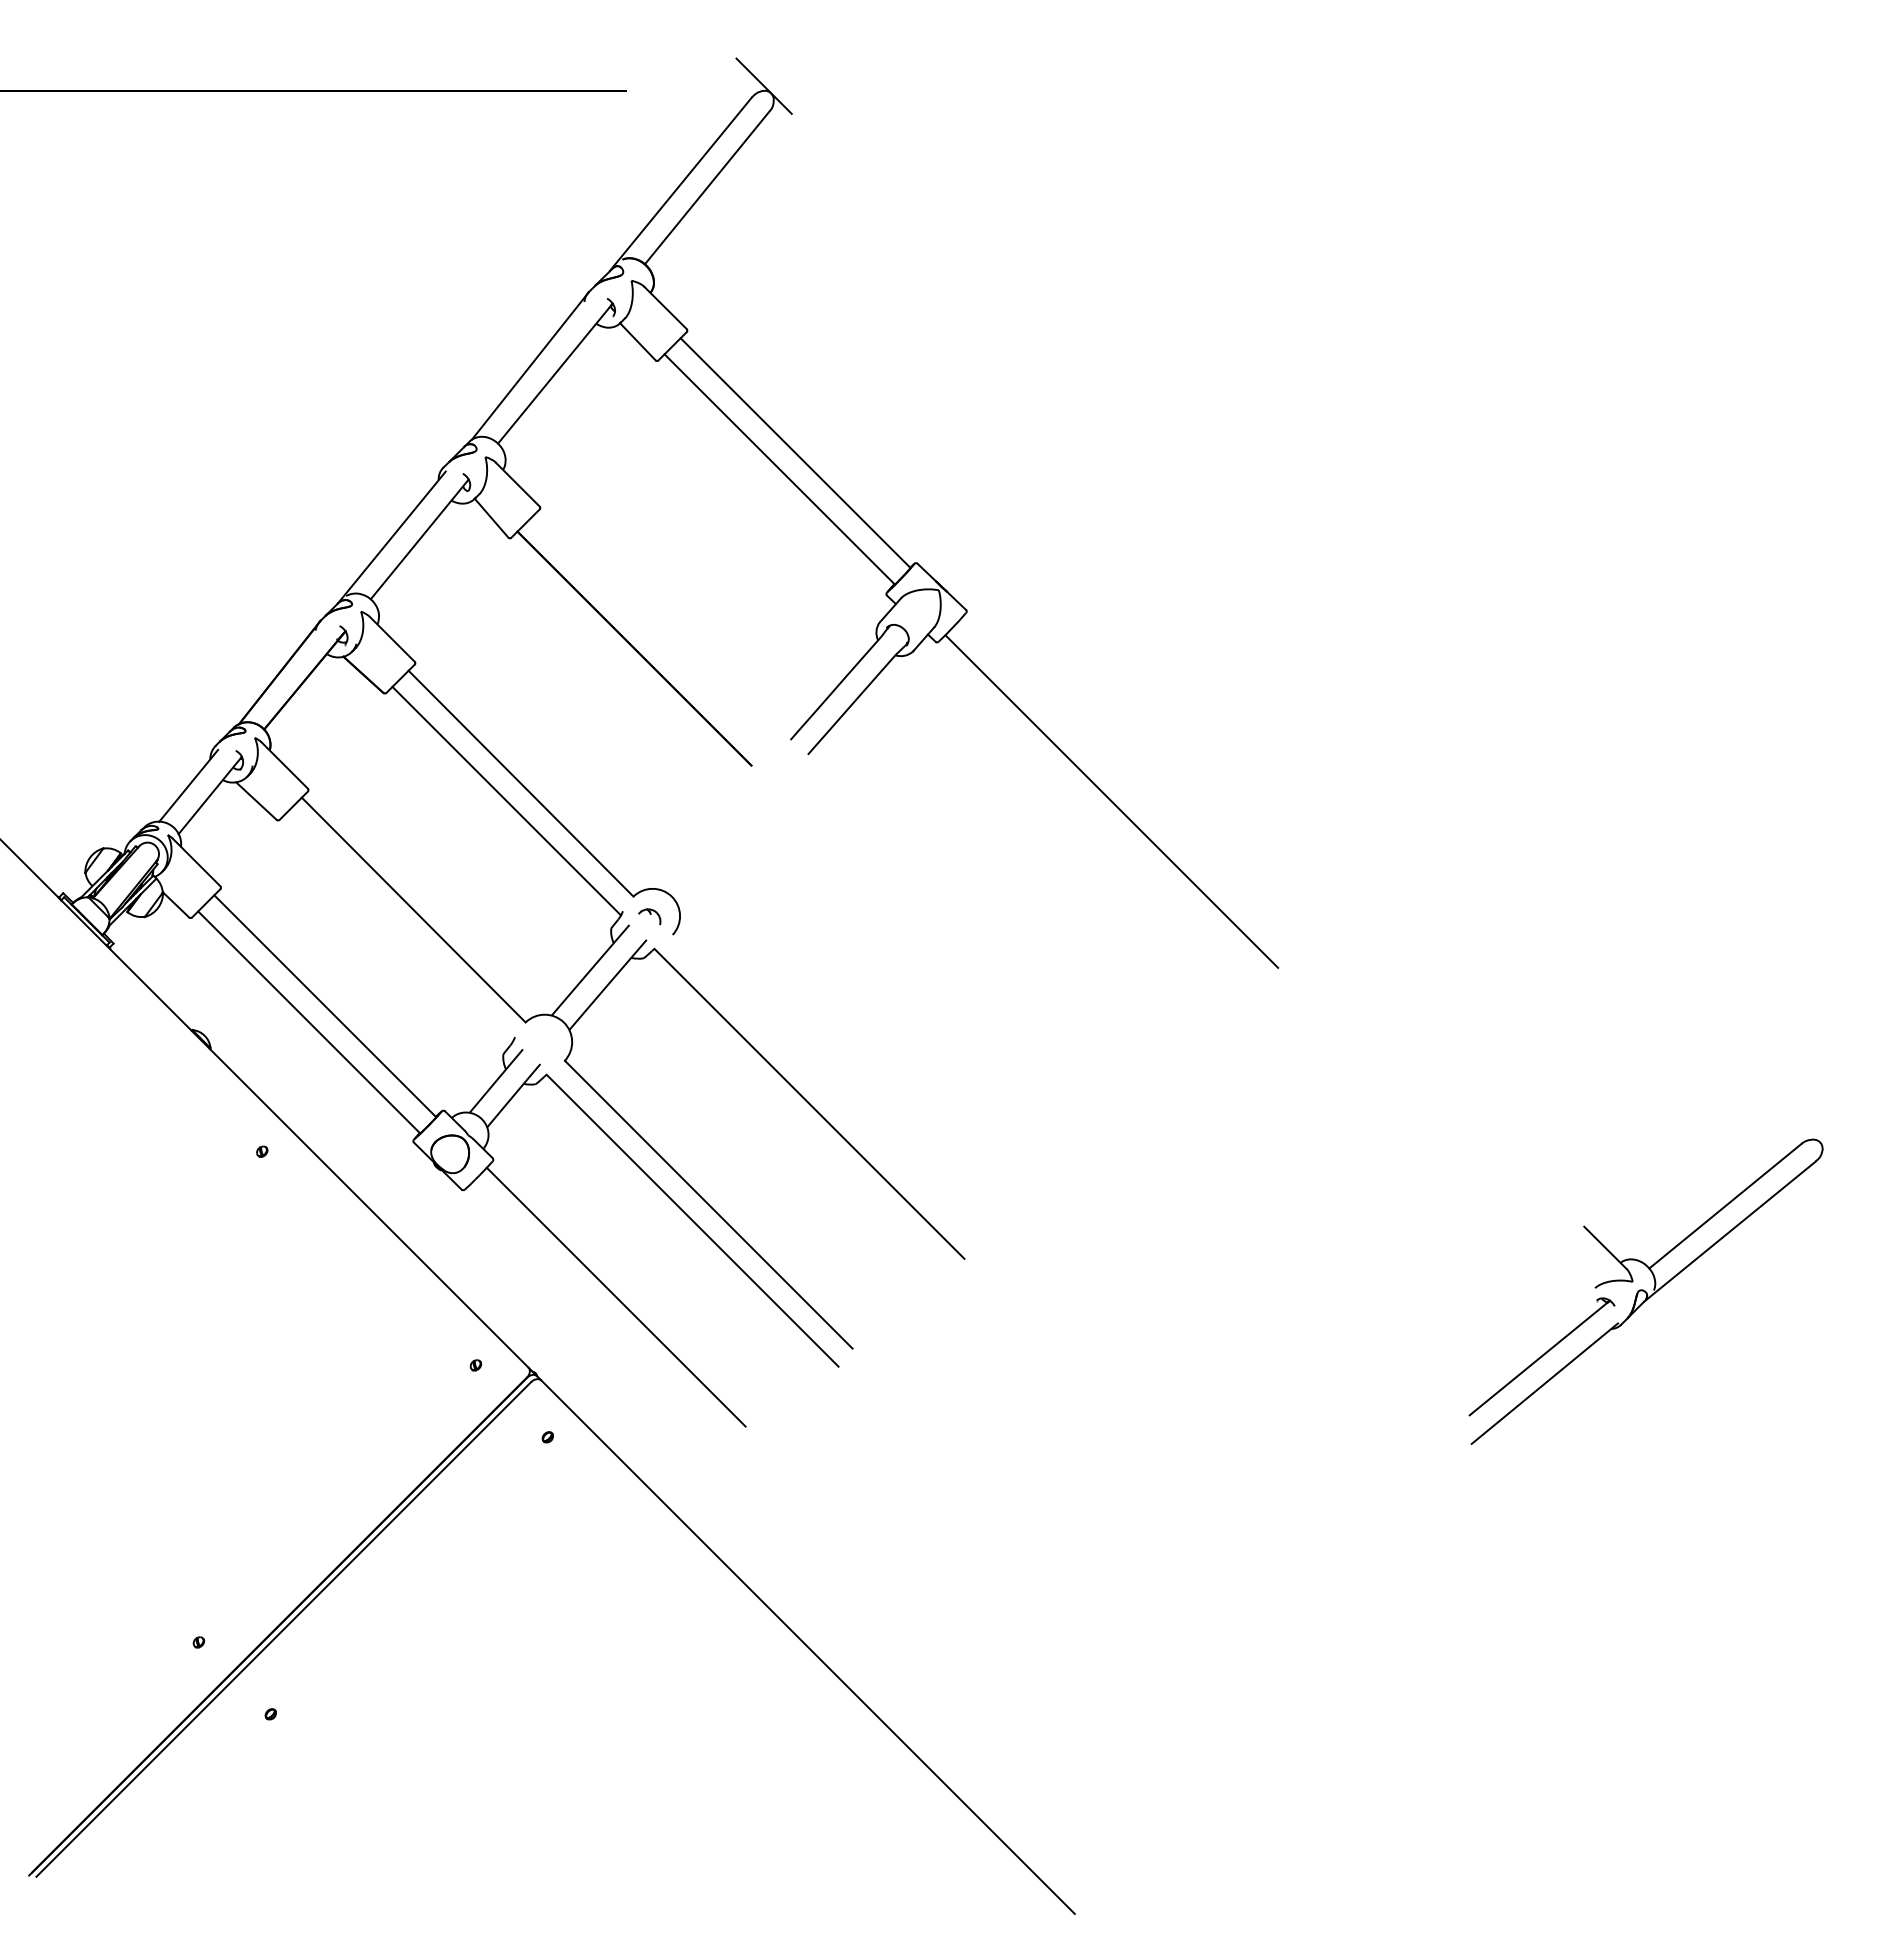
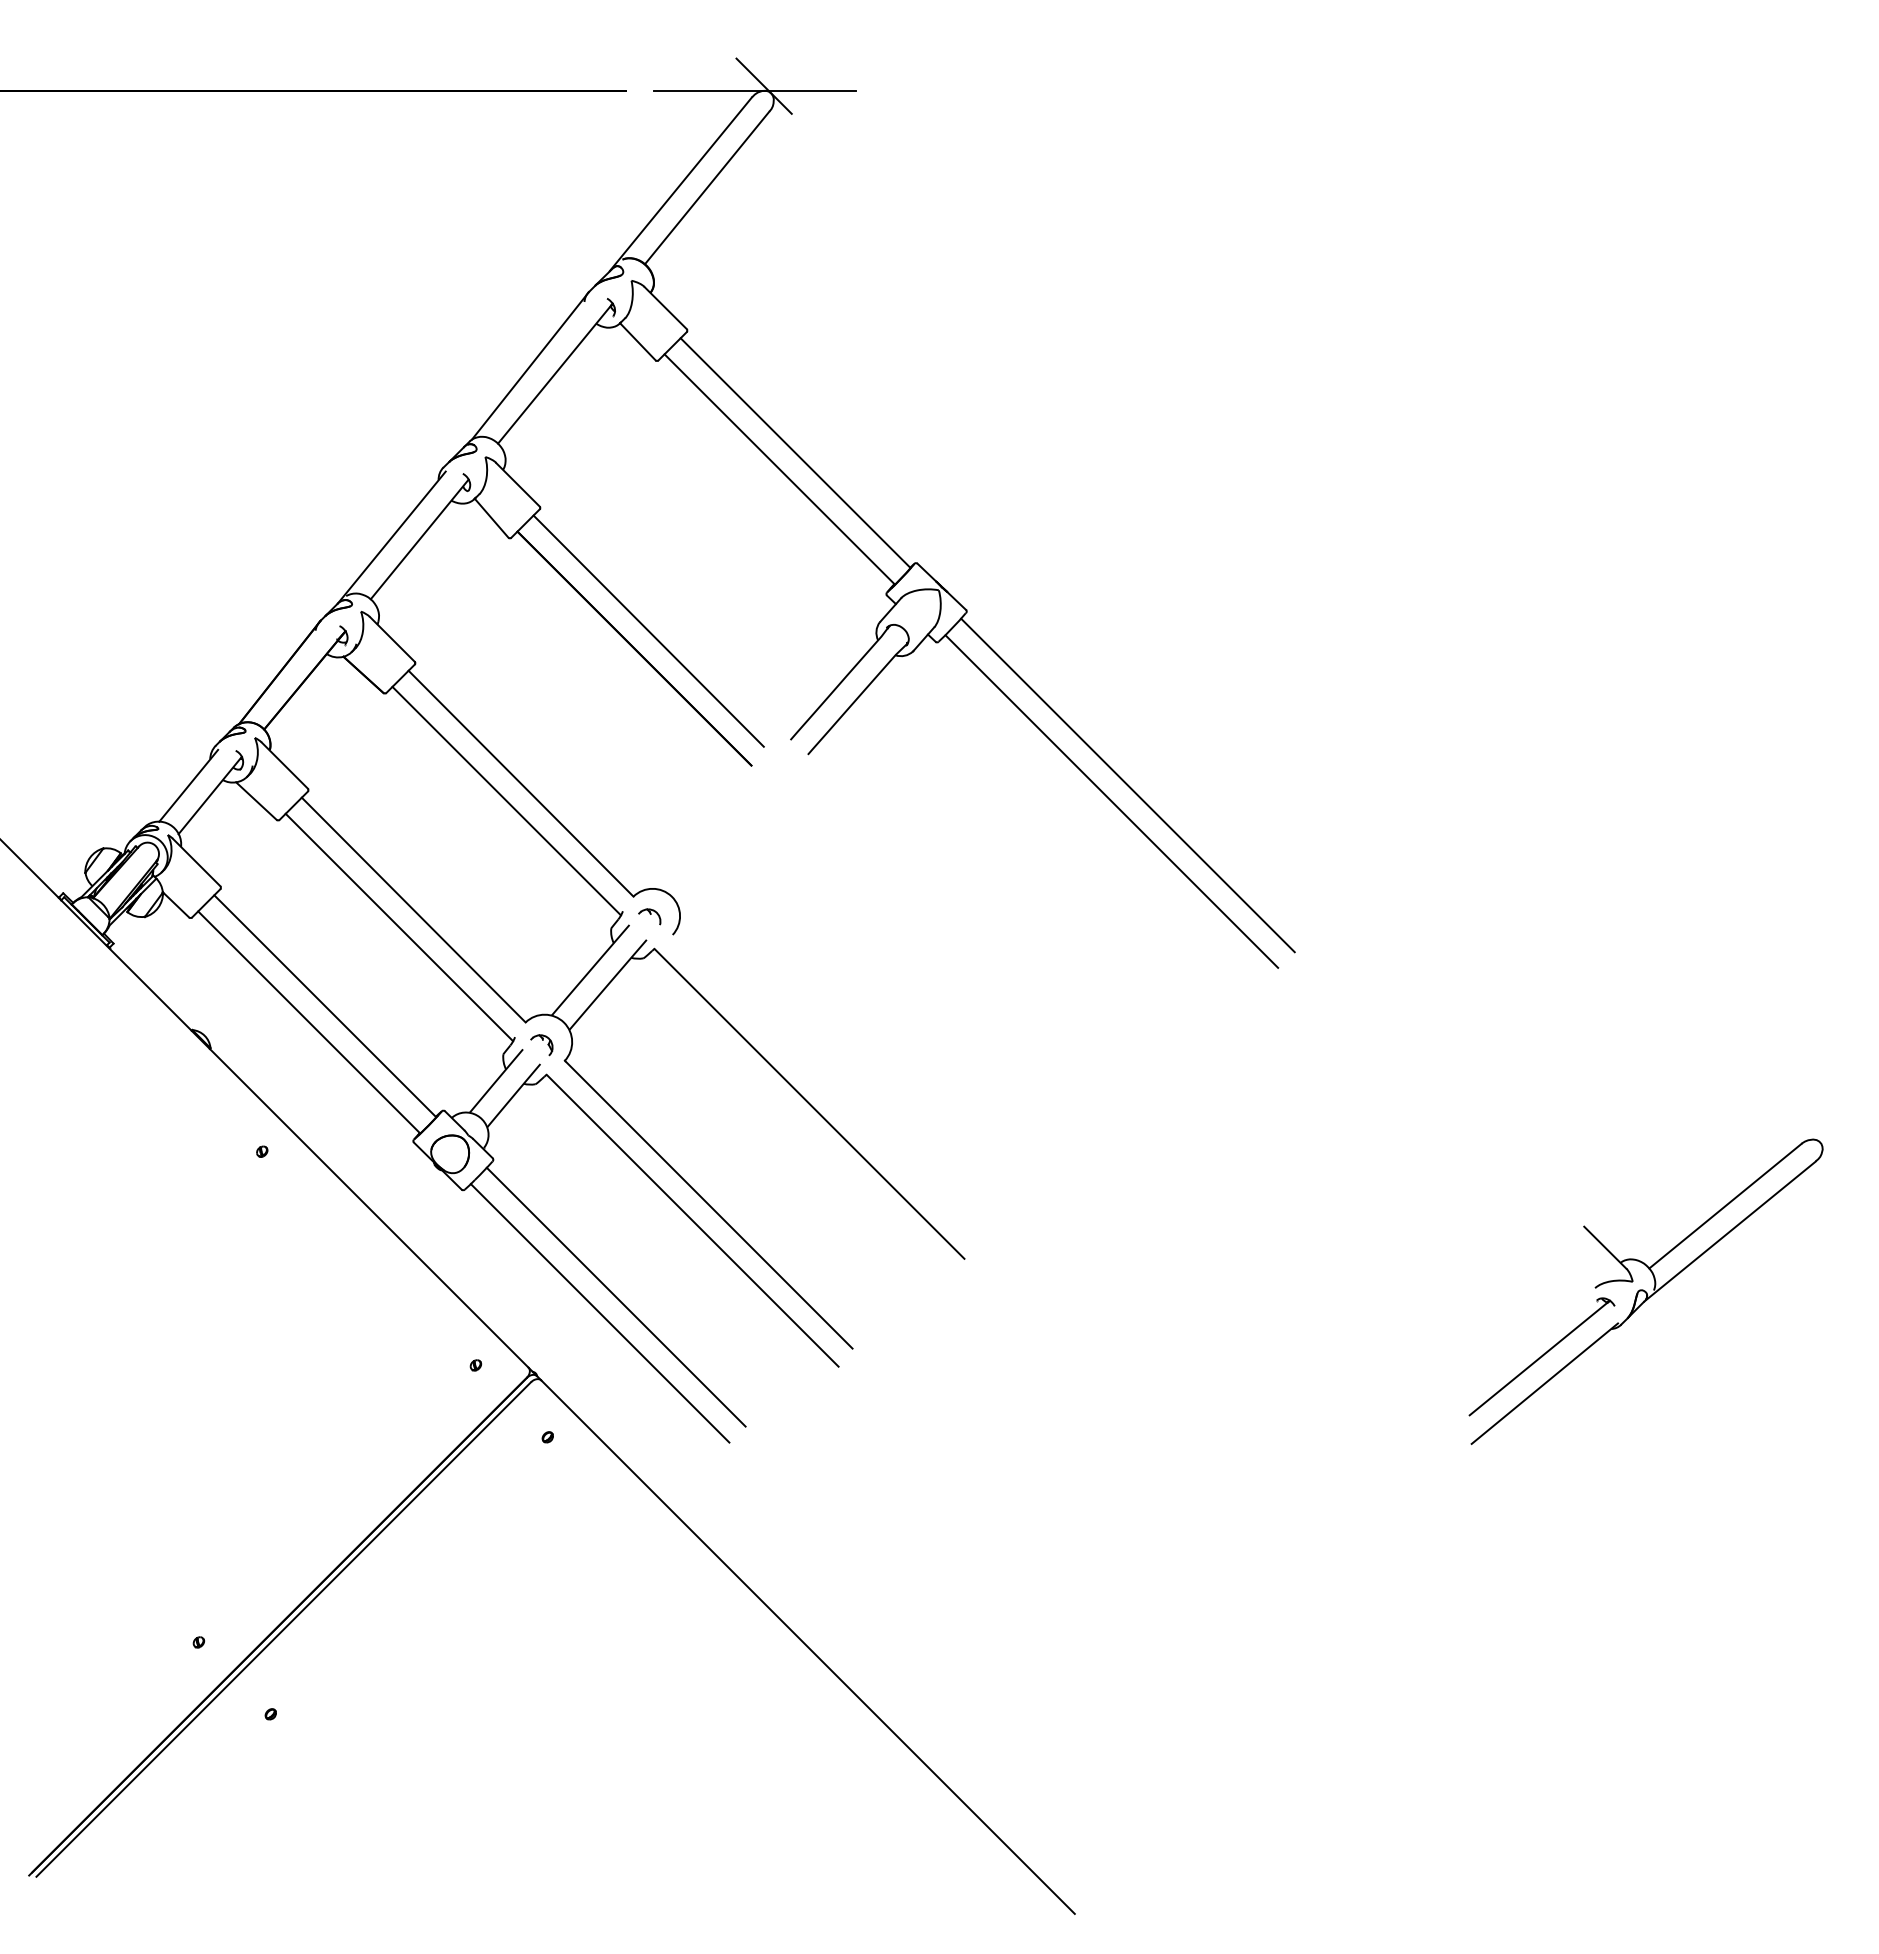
line at (755, 90): none -> present
line at (648, 630): none -> present
line at (1127, 785): none -> present
line at (399, 927): none -> present
part at (541, 1045): none -> present
line at (599, 1313): none -> present
